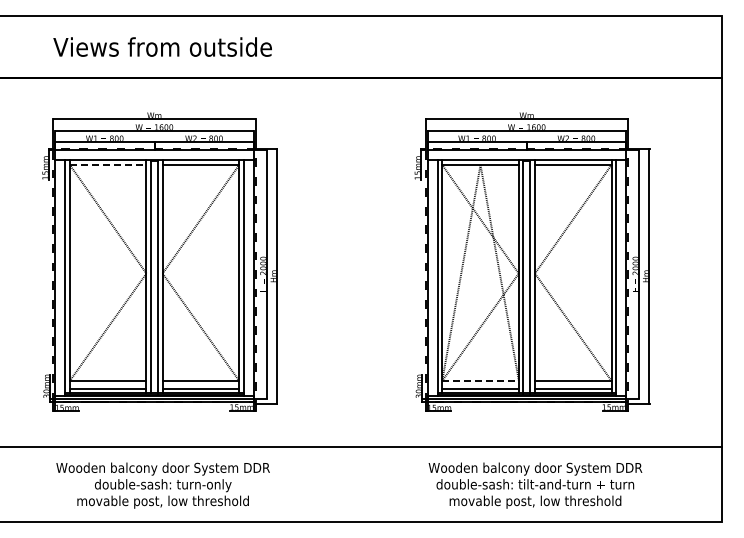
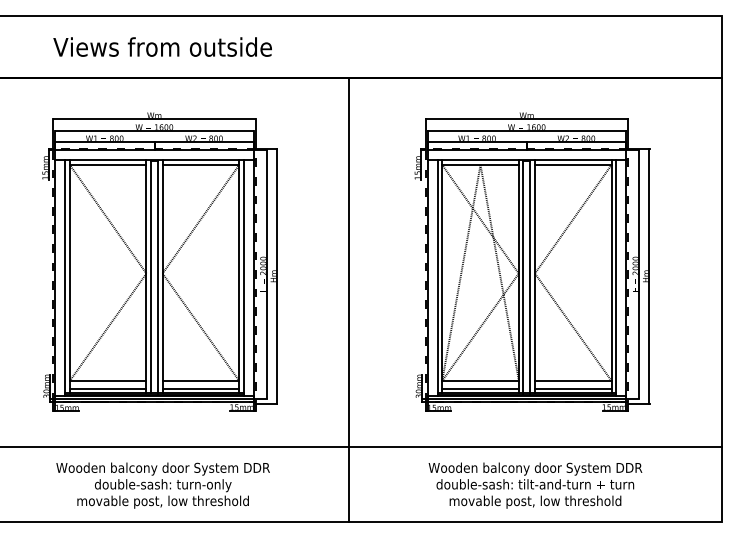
line at (108, 165): dashed -> solid
line at (349, 299): none -> present
line at (481, 380): dashed -> solid
